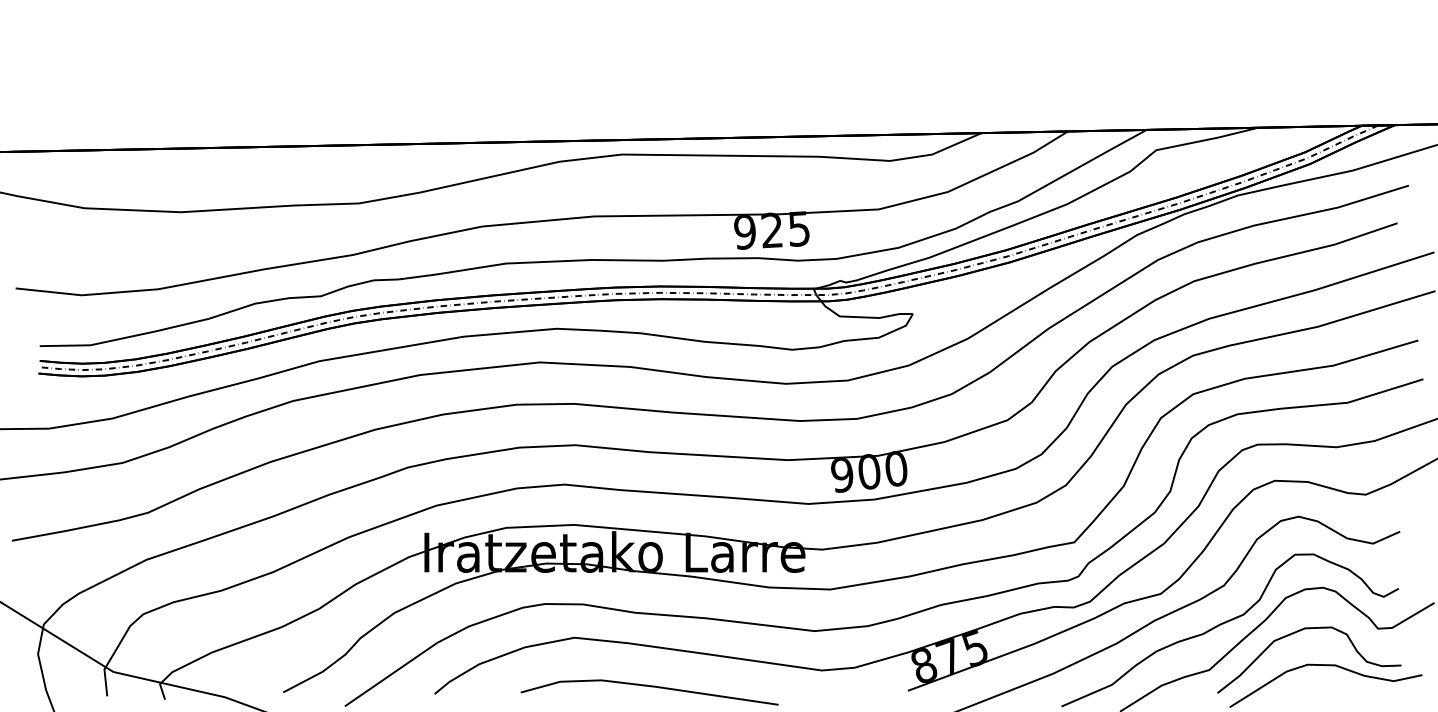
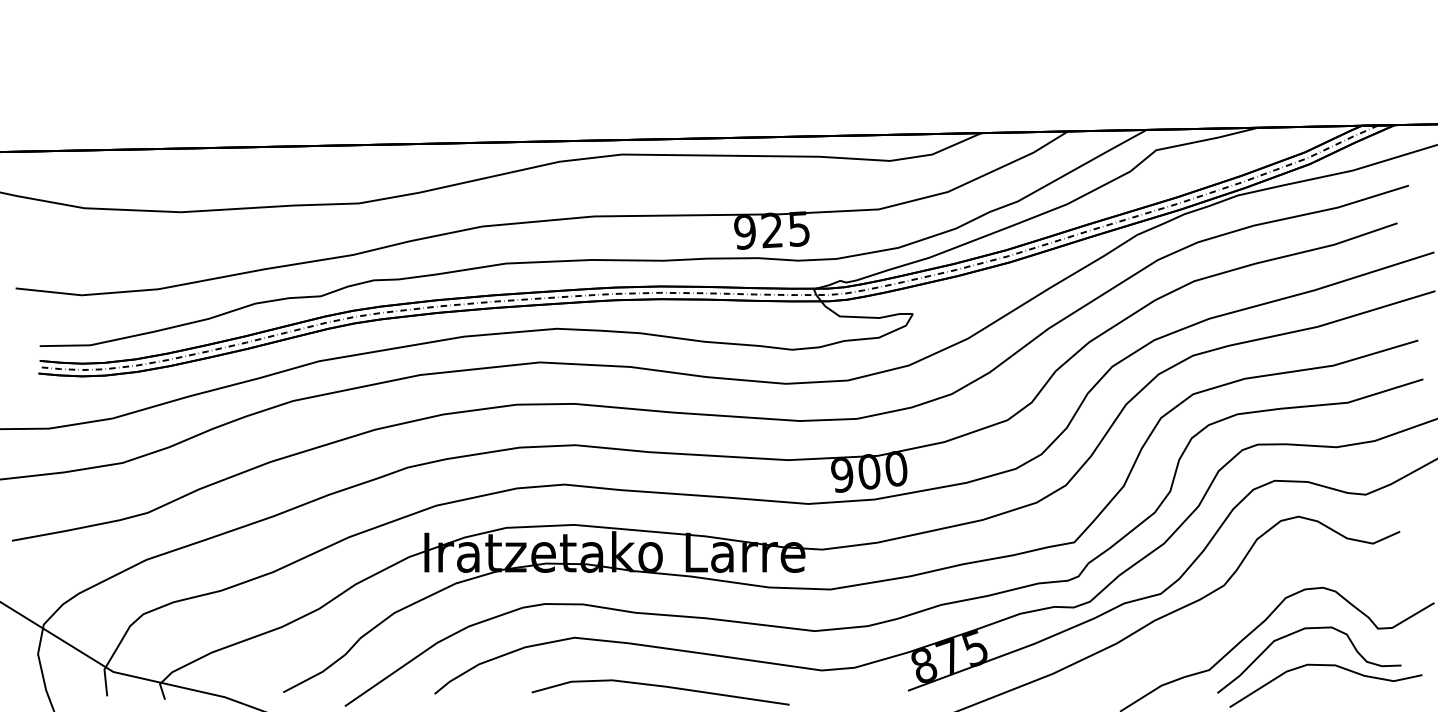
curve at (1228, 622): present -> none
line at (650, 687) position: (650, 687) -> (661, 687)
